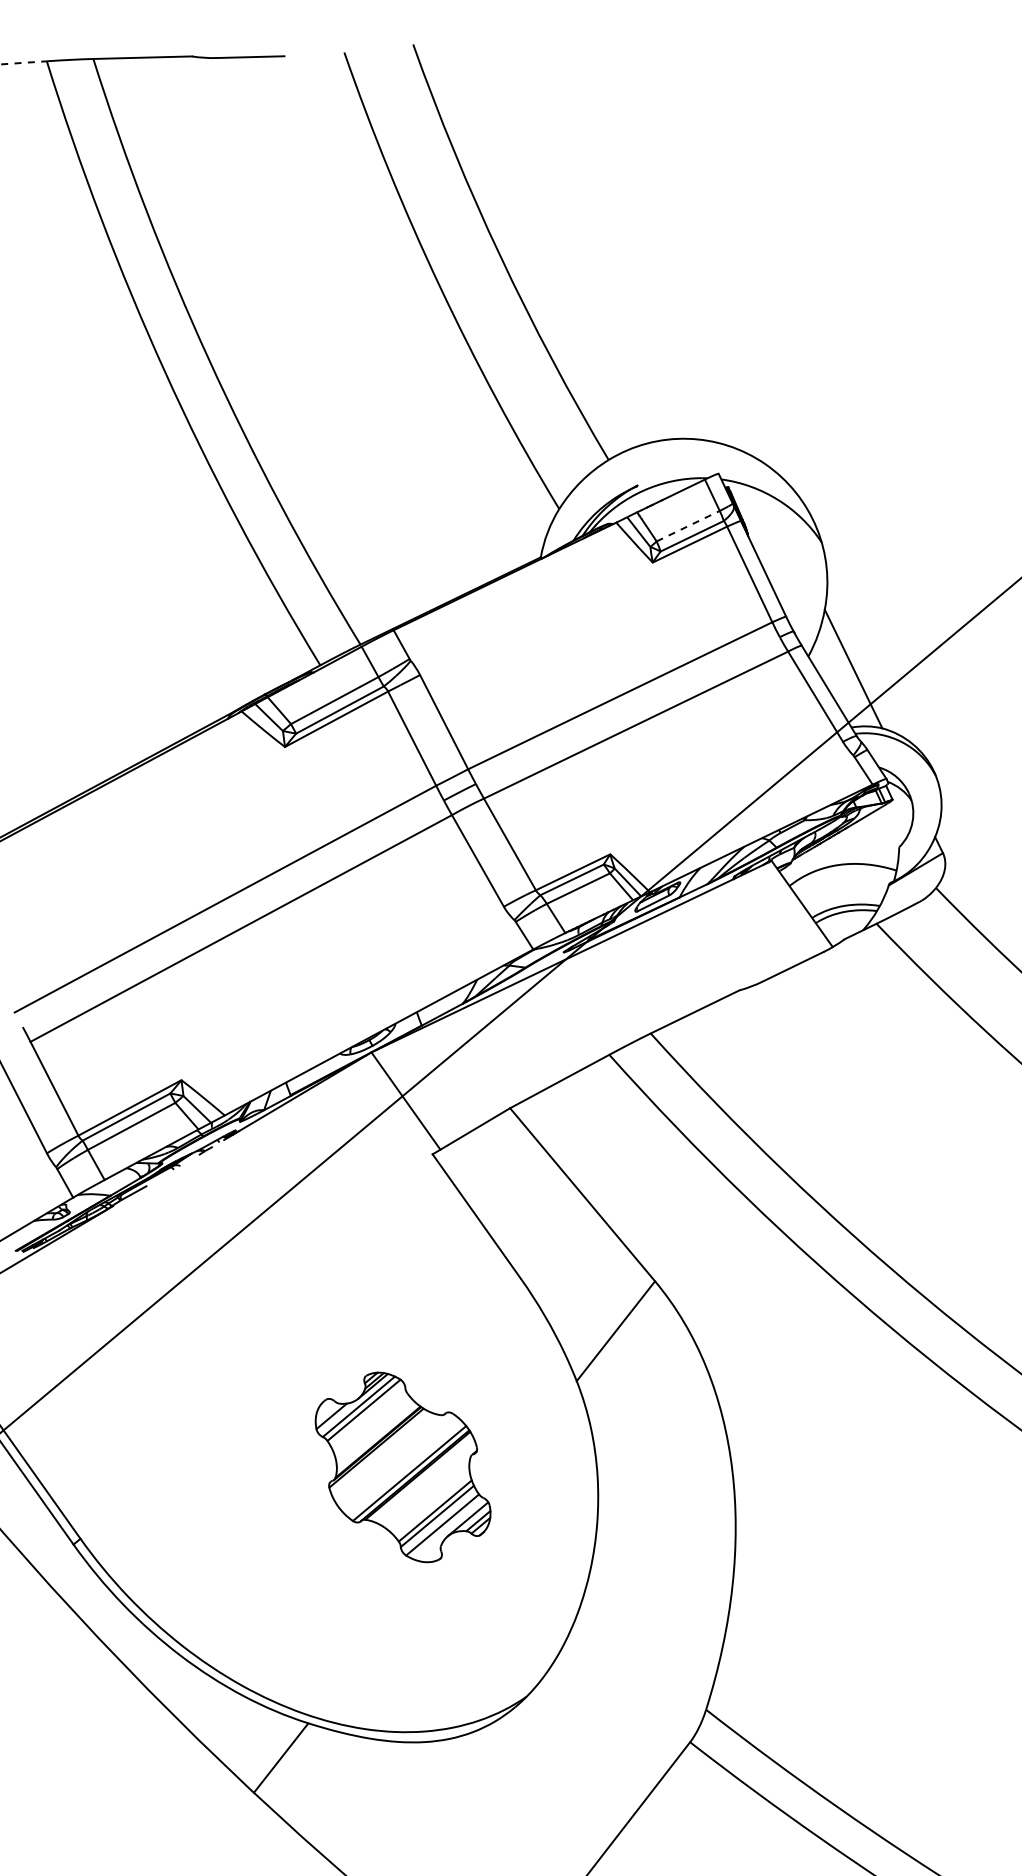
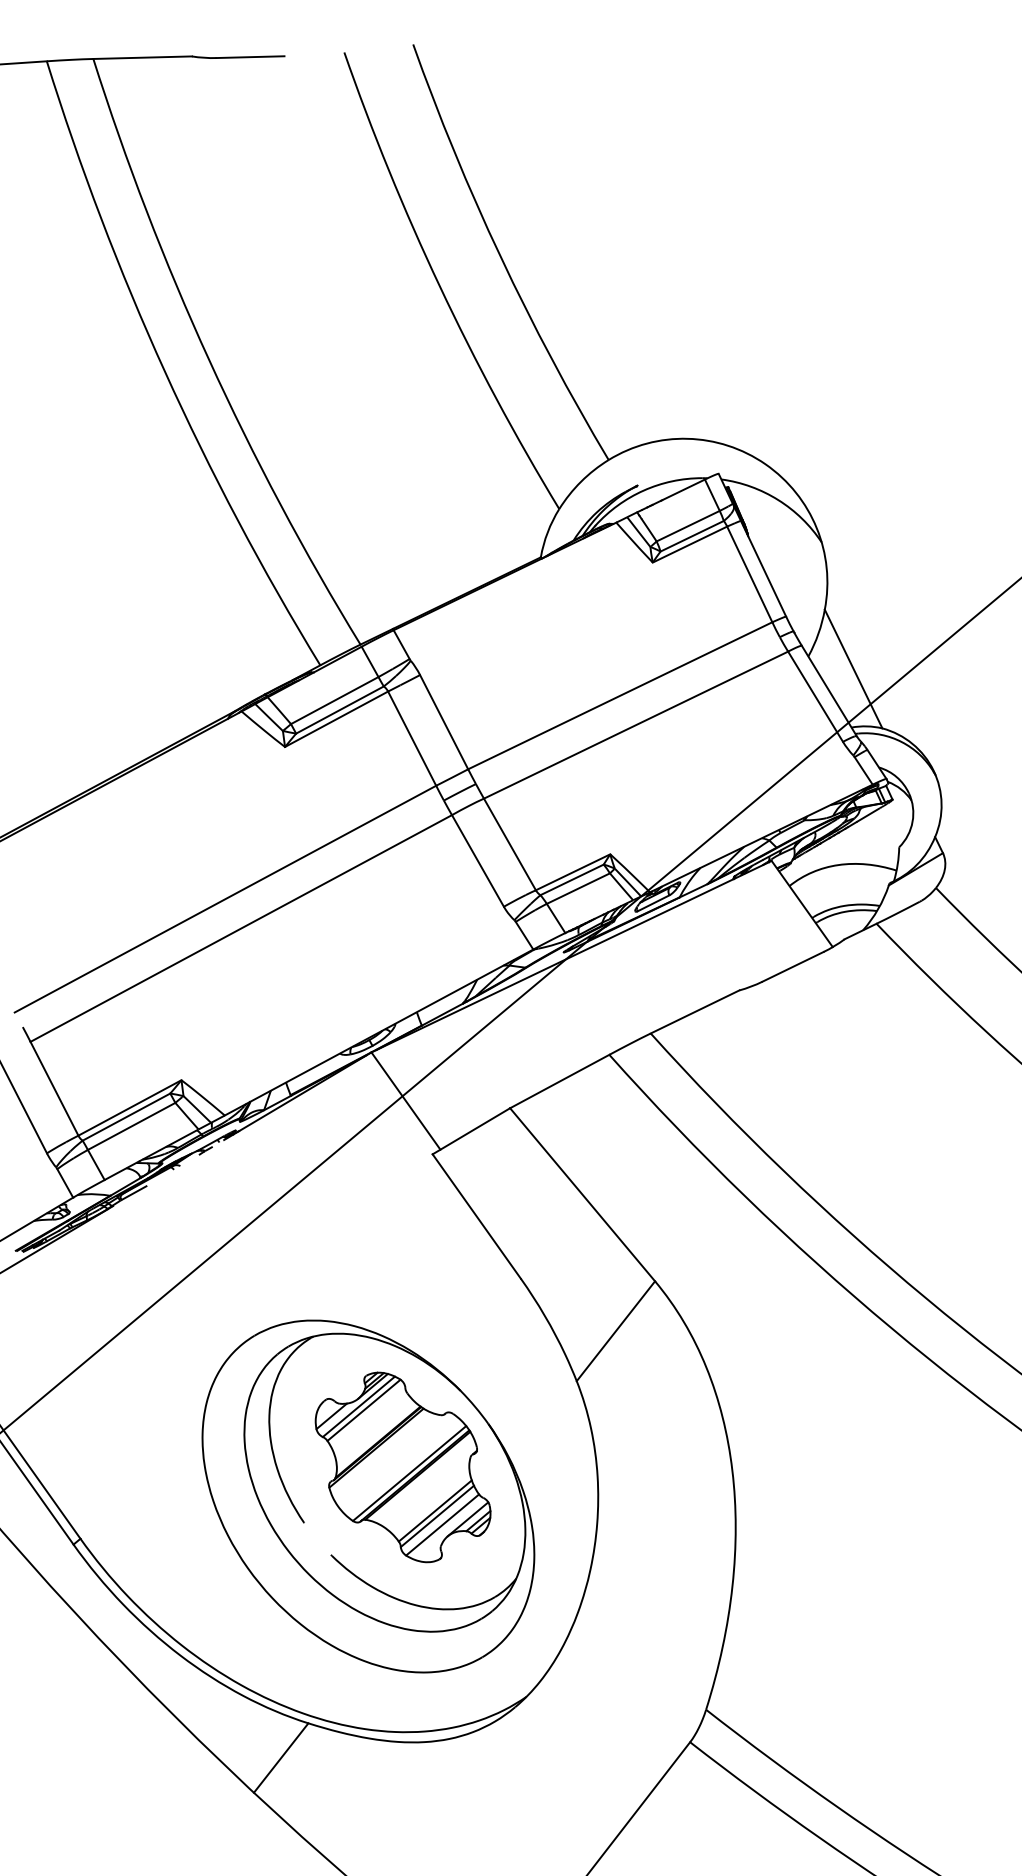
line at (23, 62): dashed -> solid
line at (688, 525): dashed -> solid
part at (368, 1496): none -> present
